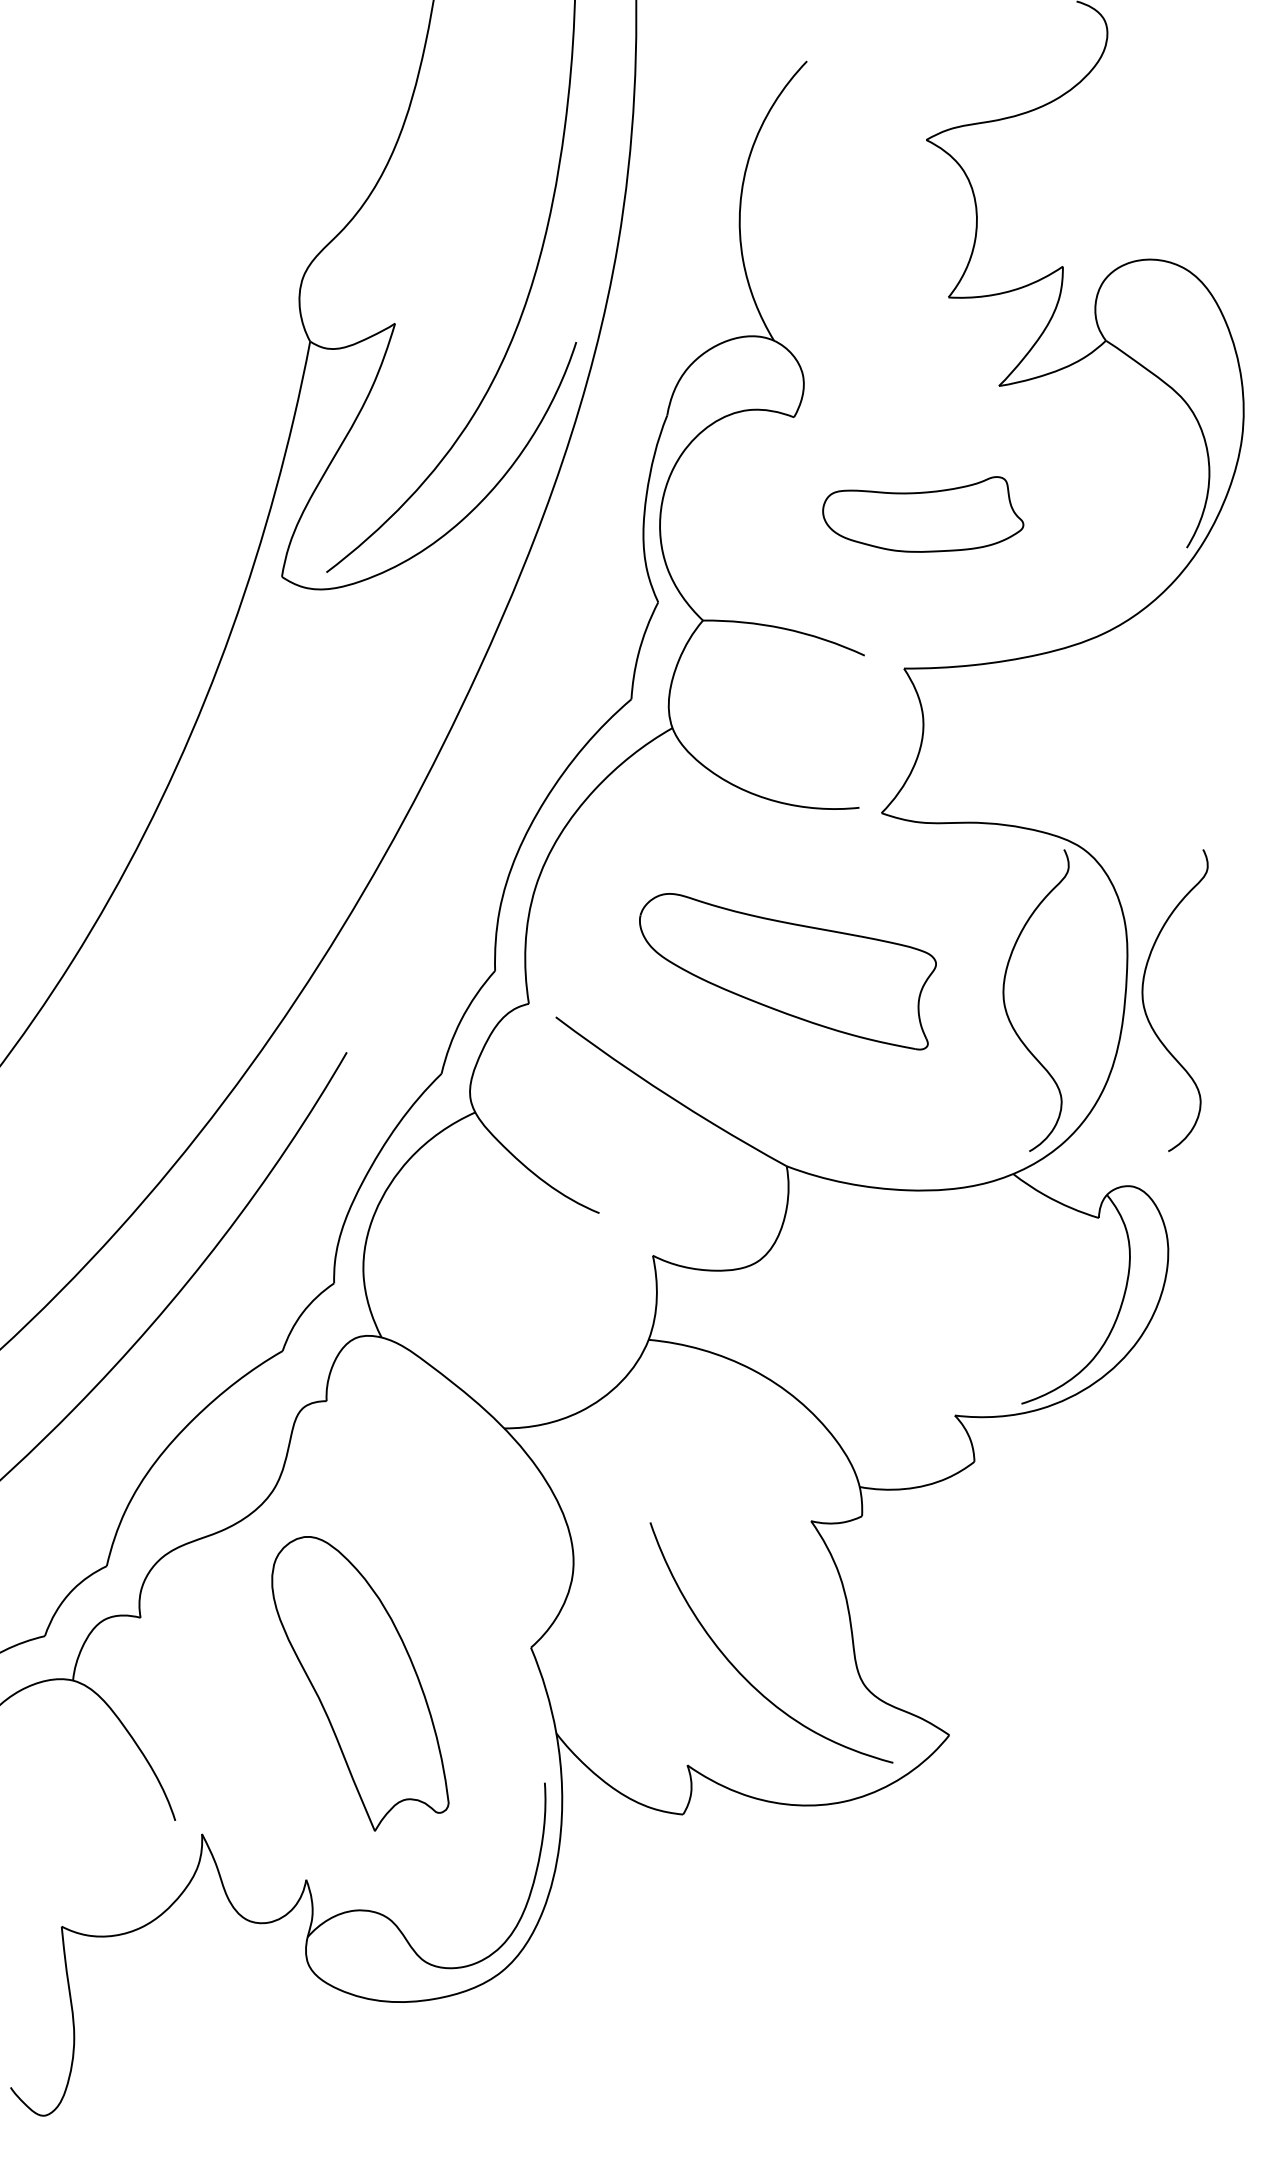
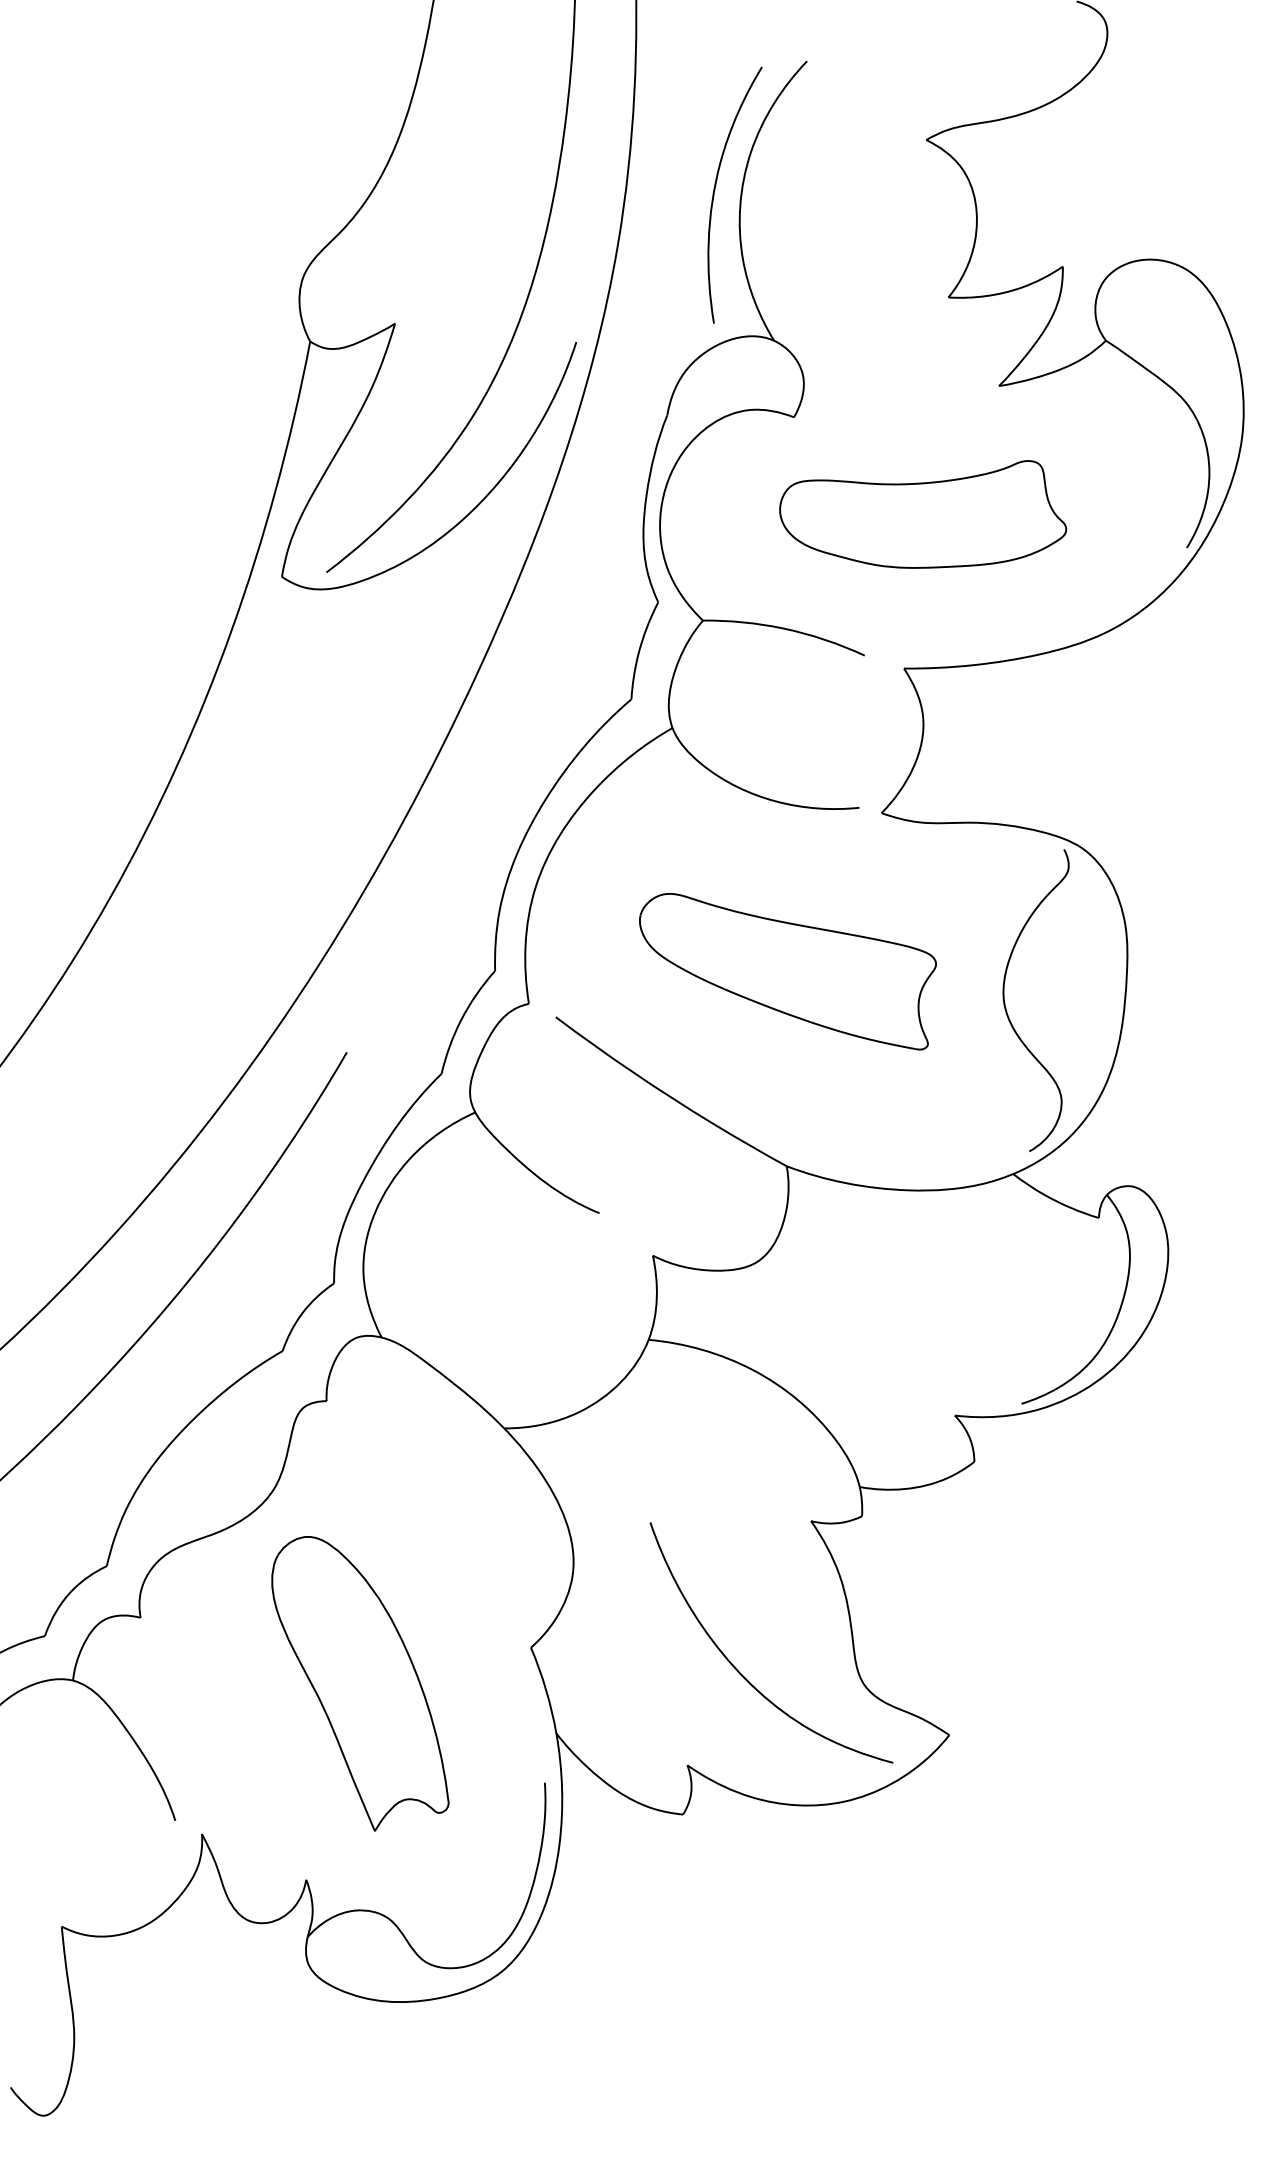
curve at (715, 190): none -> present
part at (923, 514) size: 203x77 px -> 289x109 px
curve at (1144, 1002): present -> none
